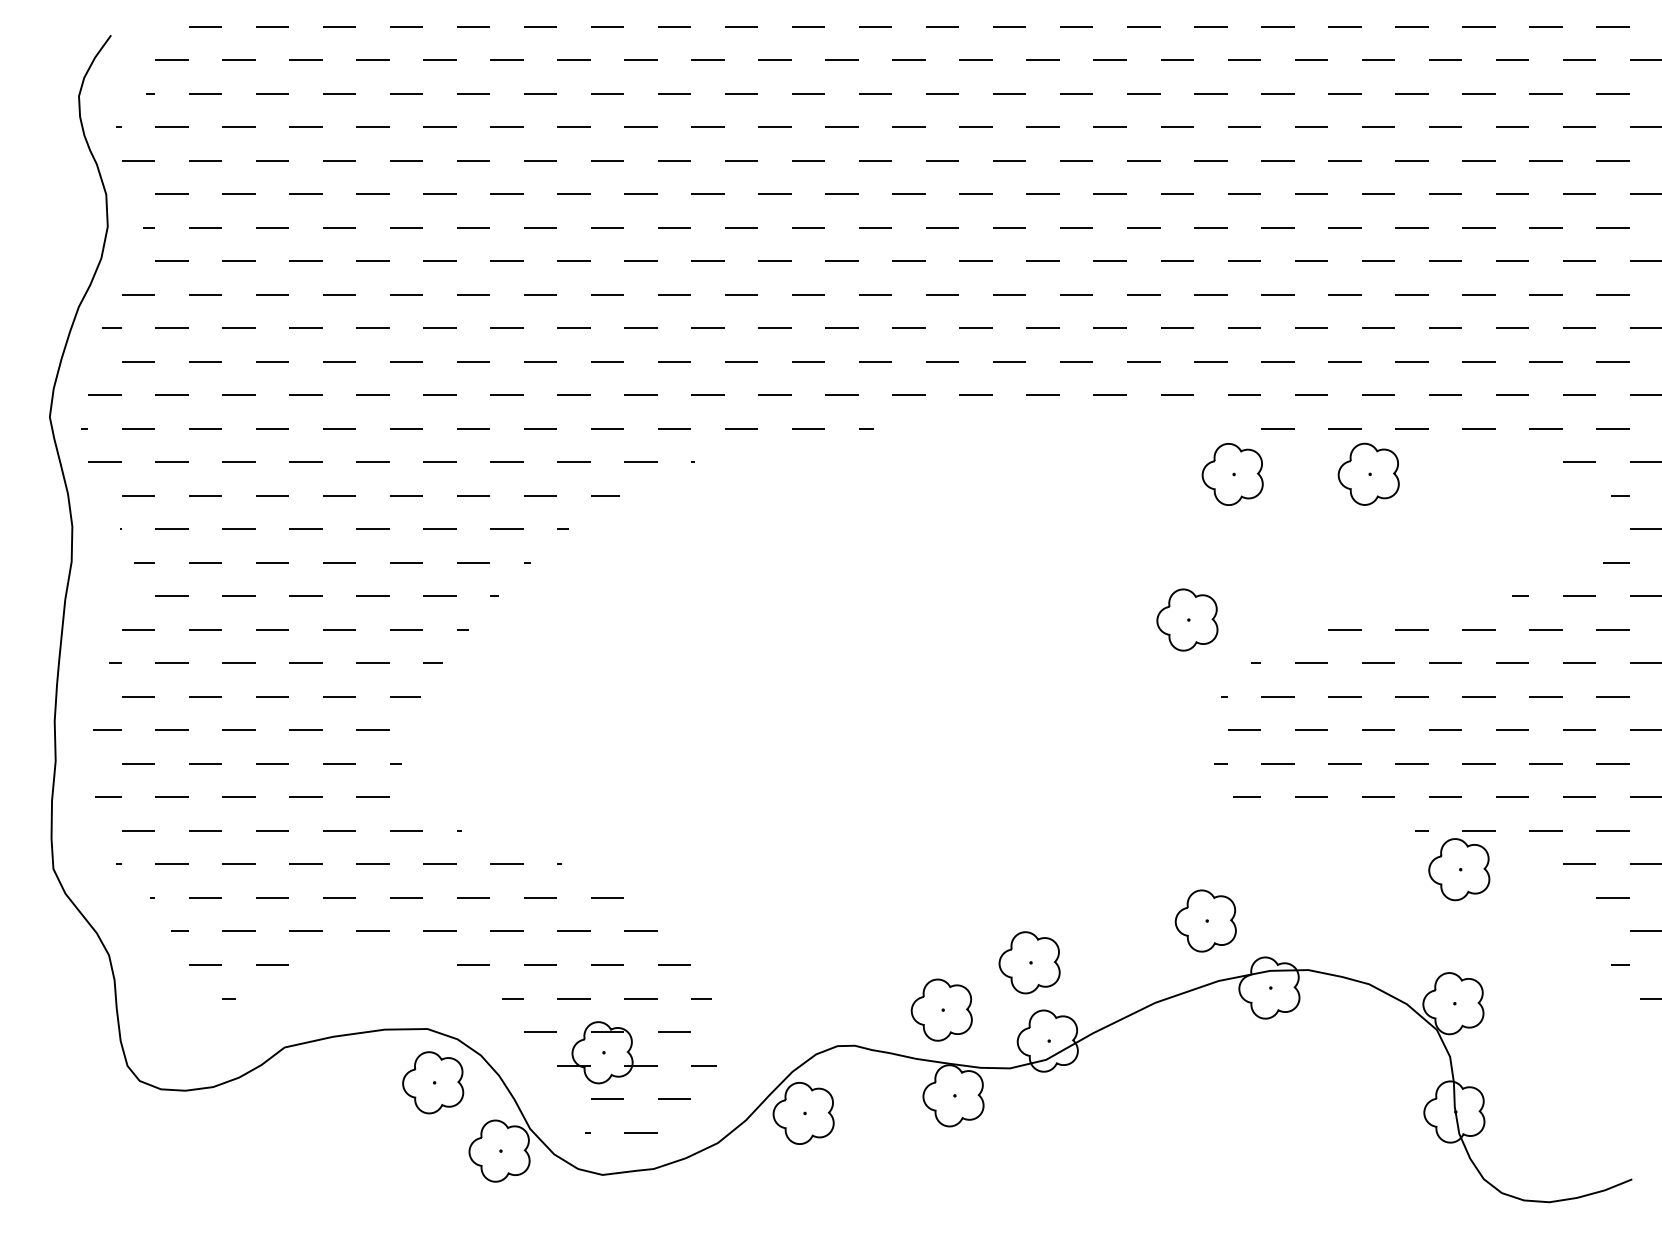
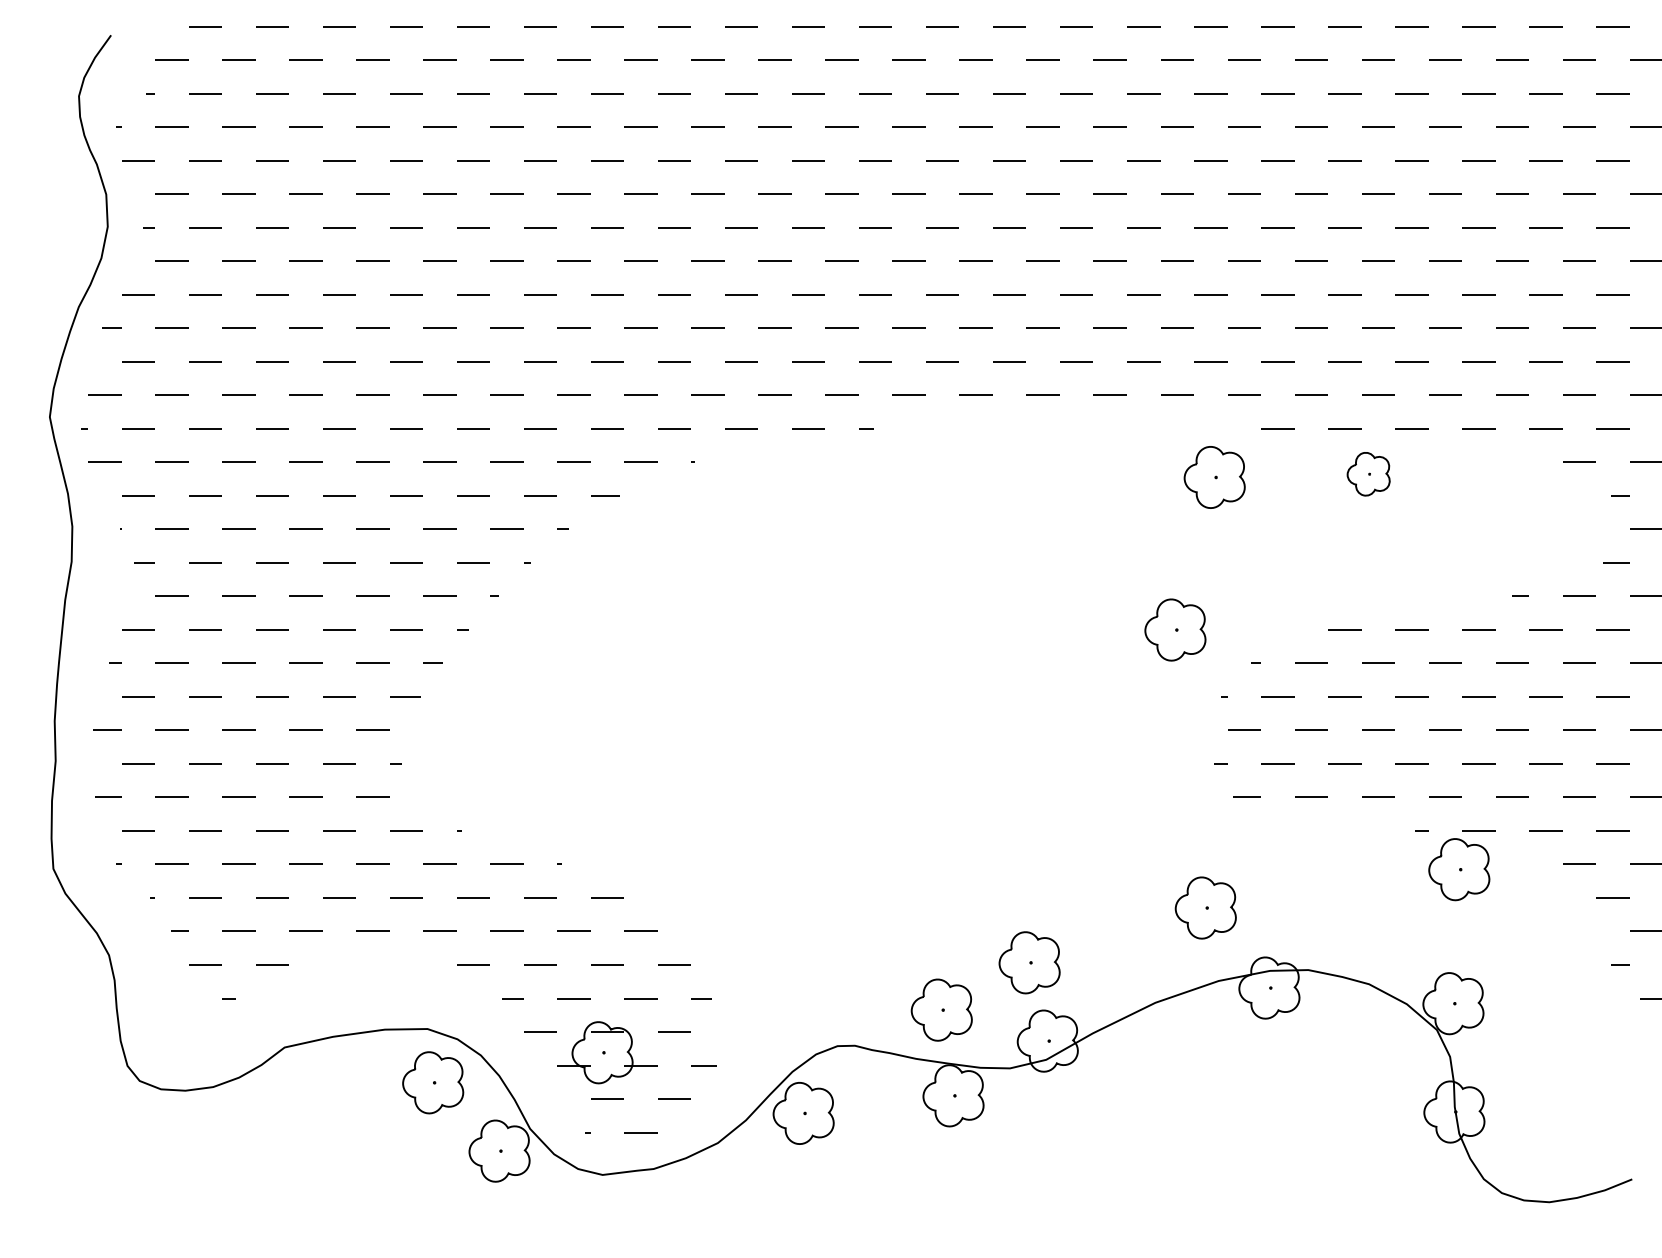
part at (1368, 473) size: 63x64 px -> 45x45 px
part at (1232, 474) position: (1232, 474) -> (1214, 477)
part at (1187, 619) position: (1187, 619) -> (1175, 629)
part at (1205, 920) position: (1205, 920) -> (1205, 907)
